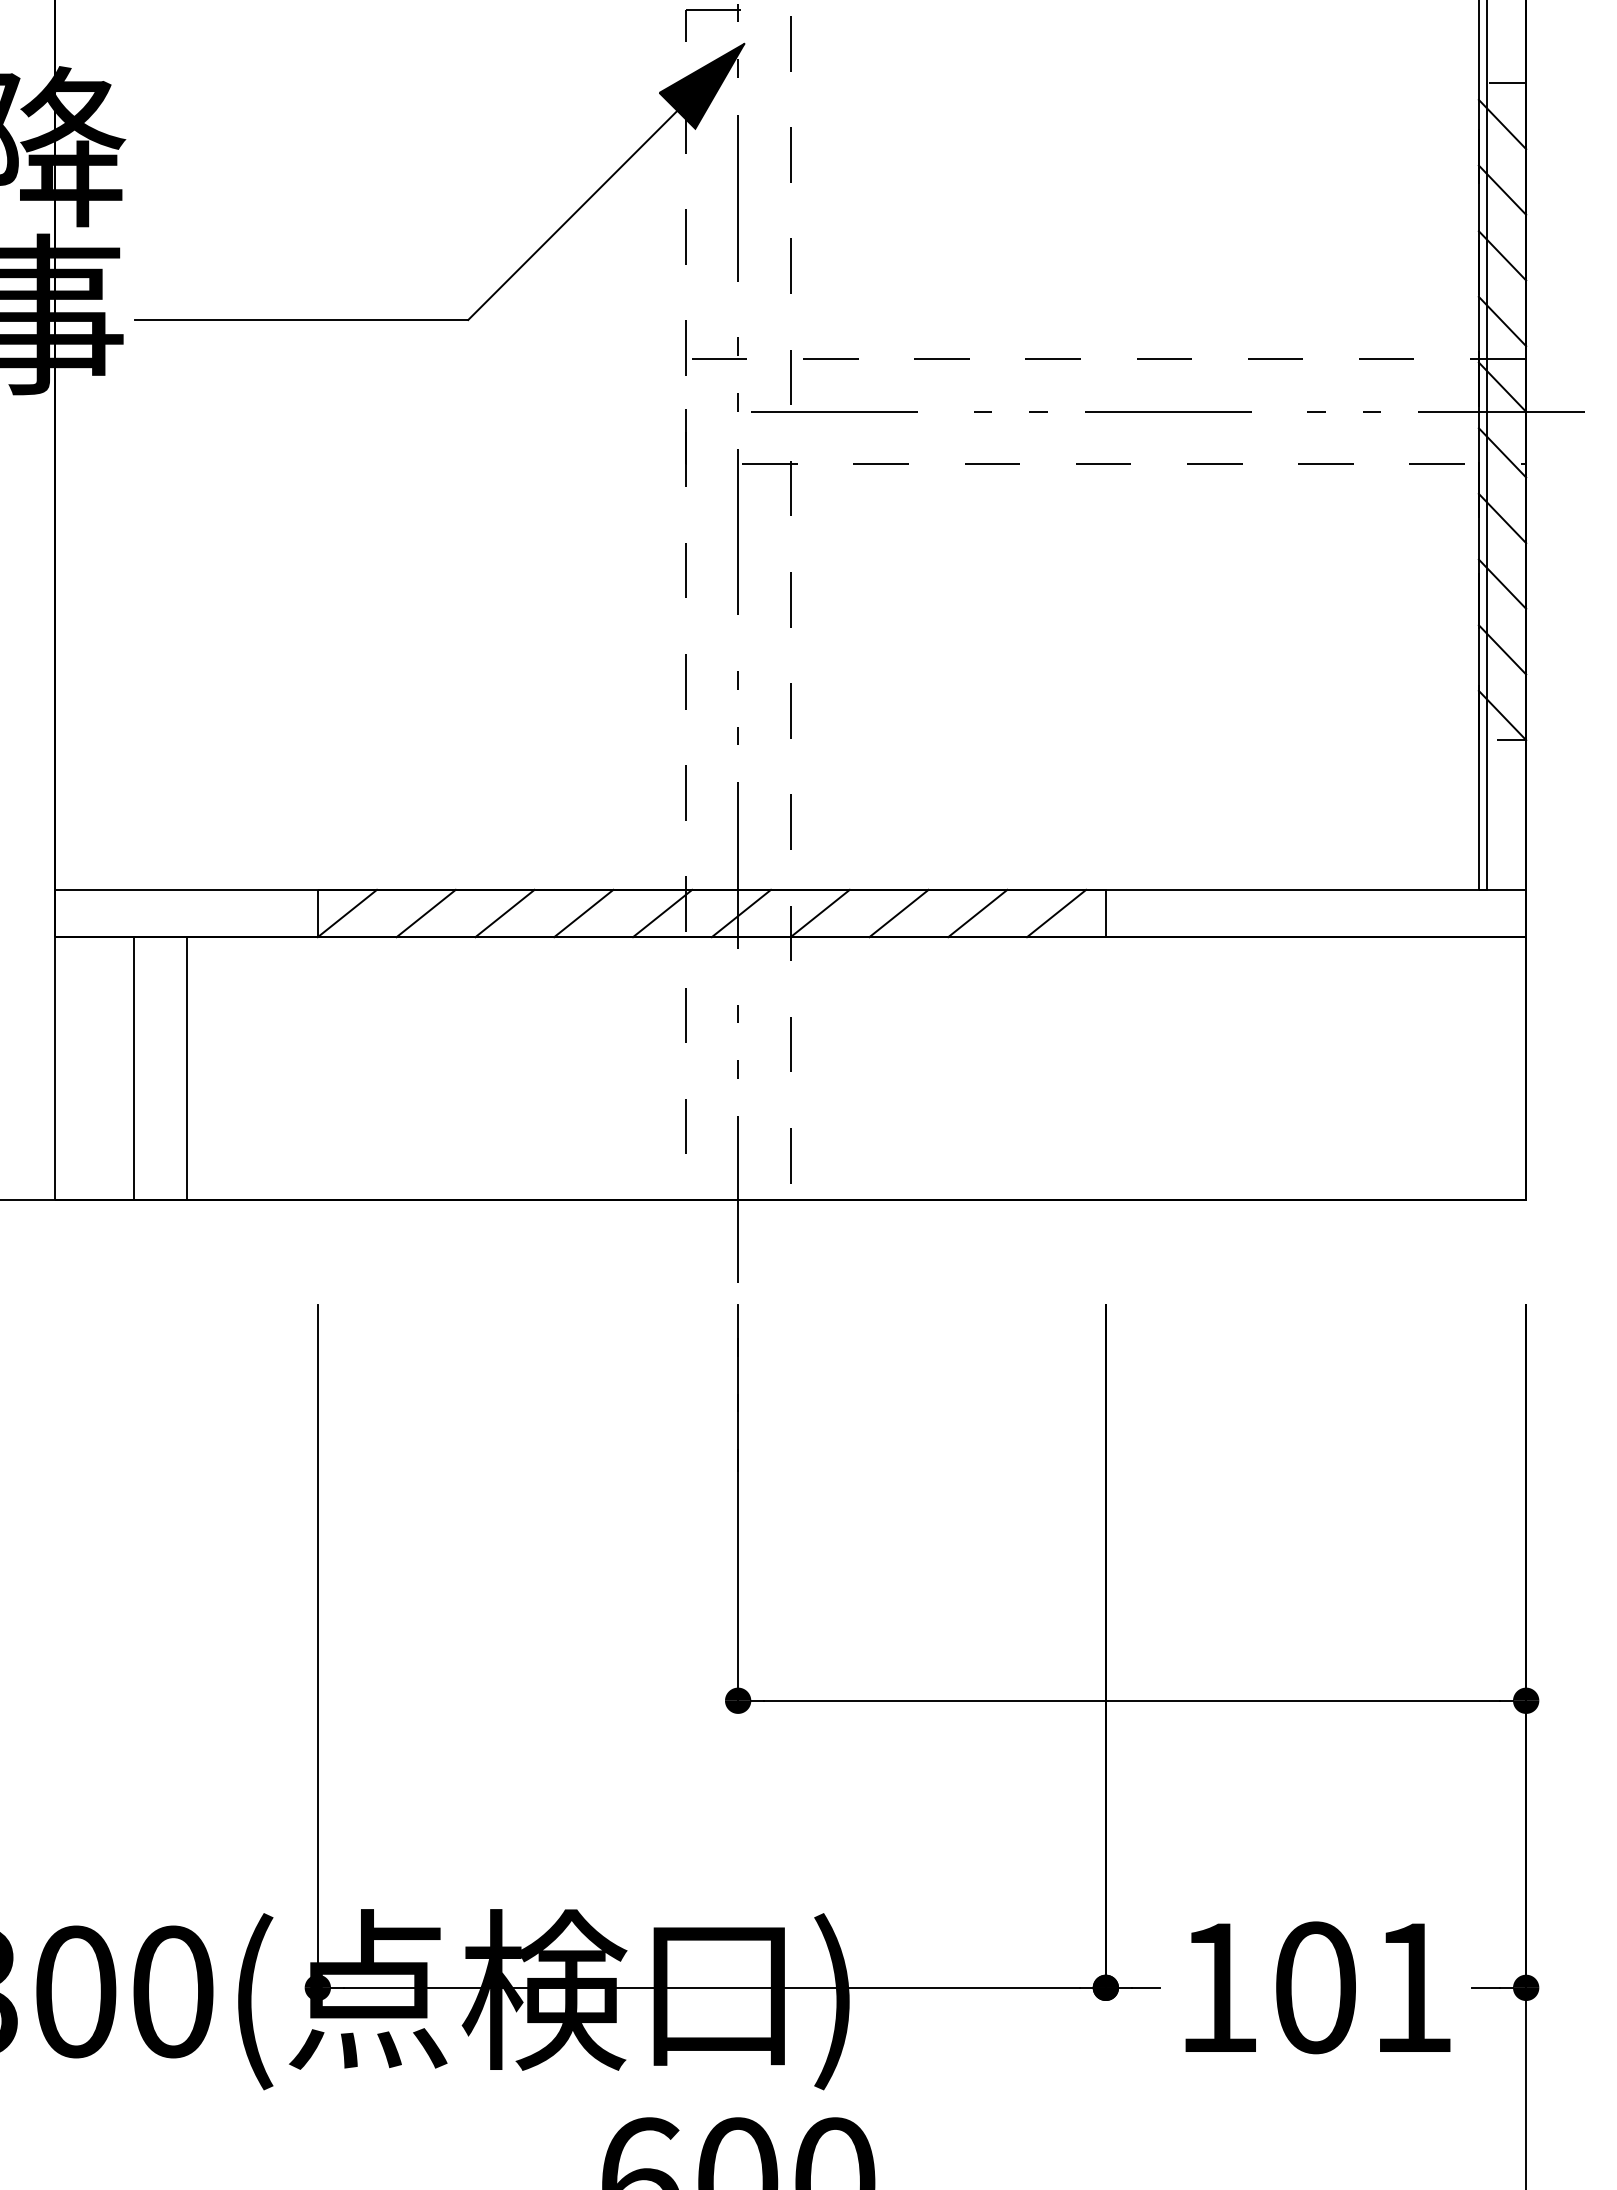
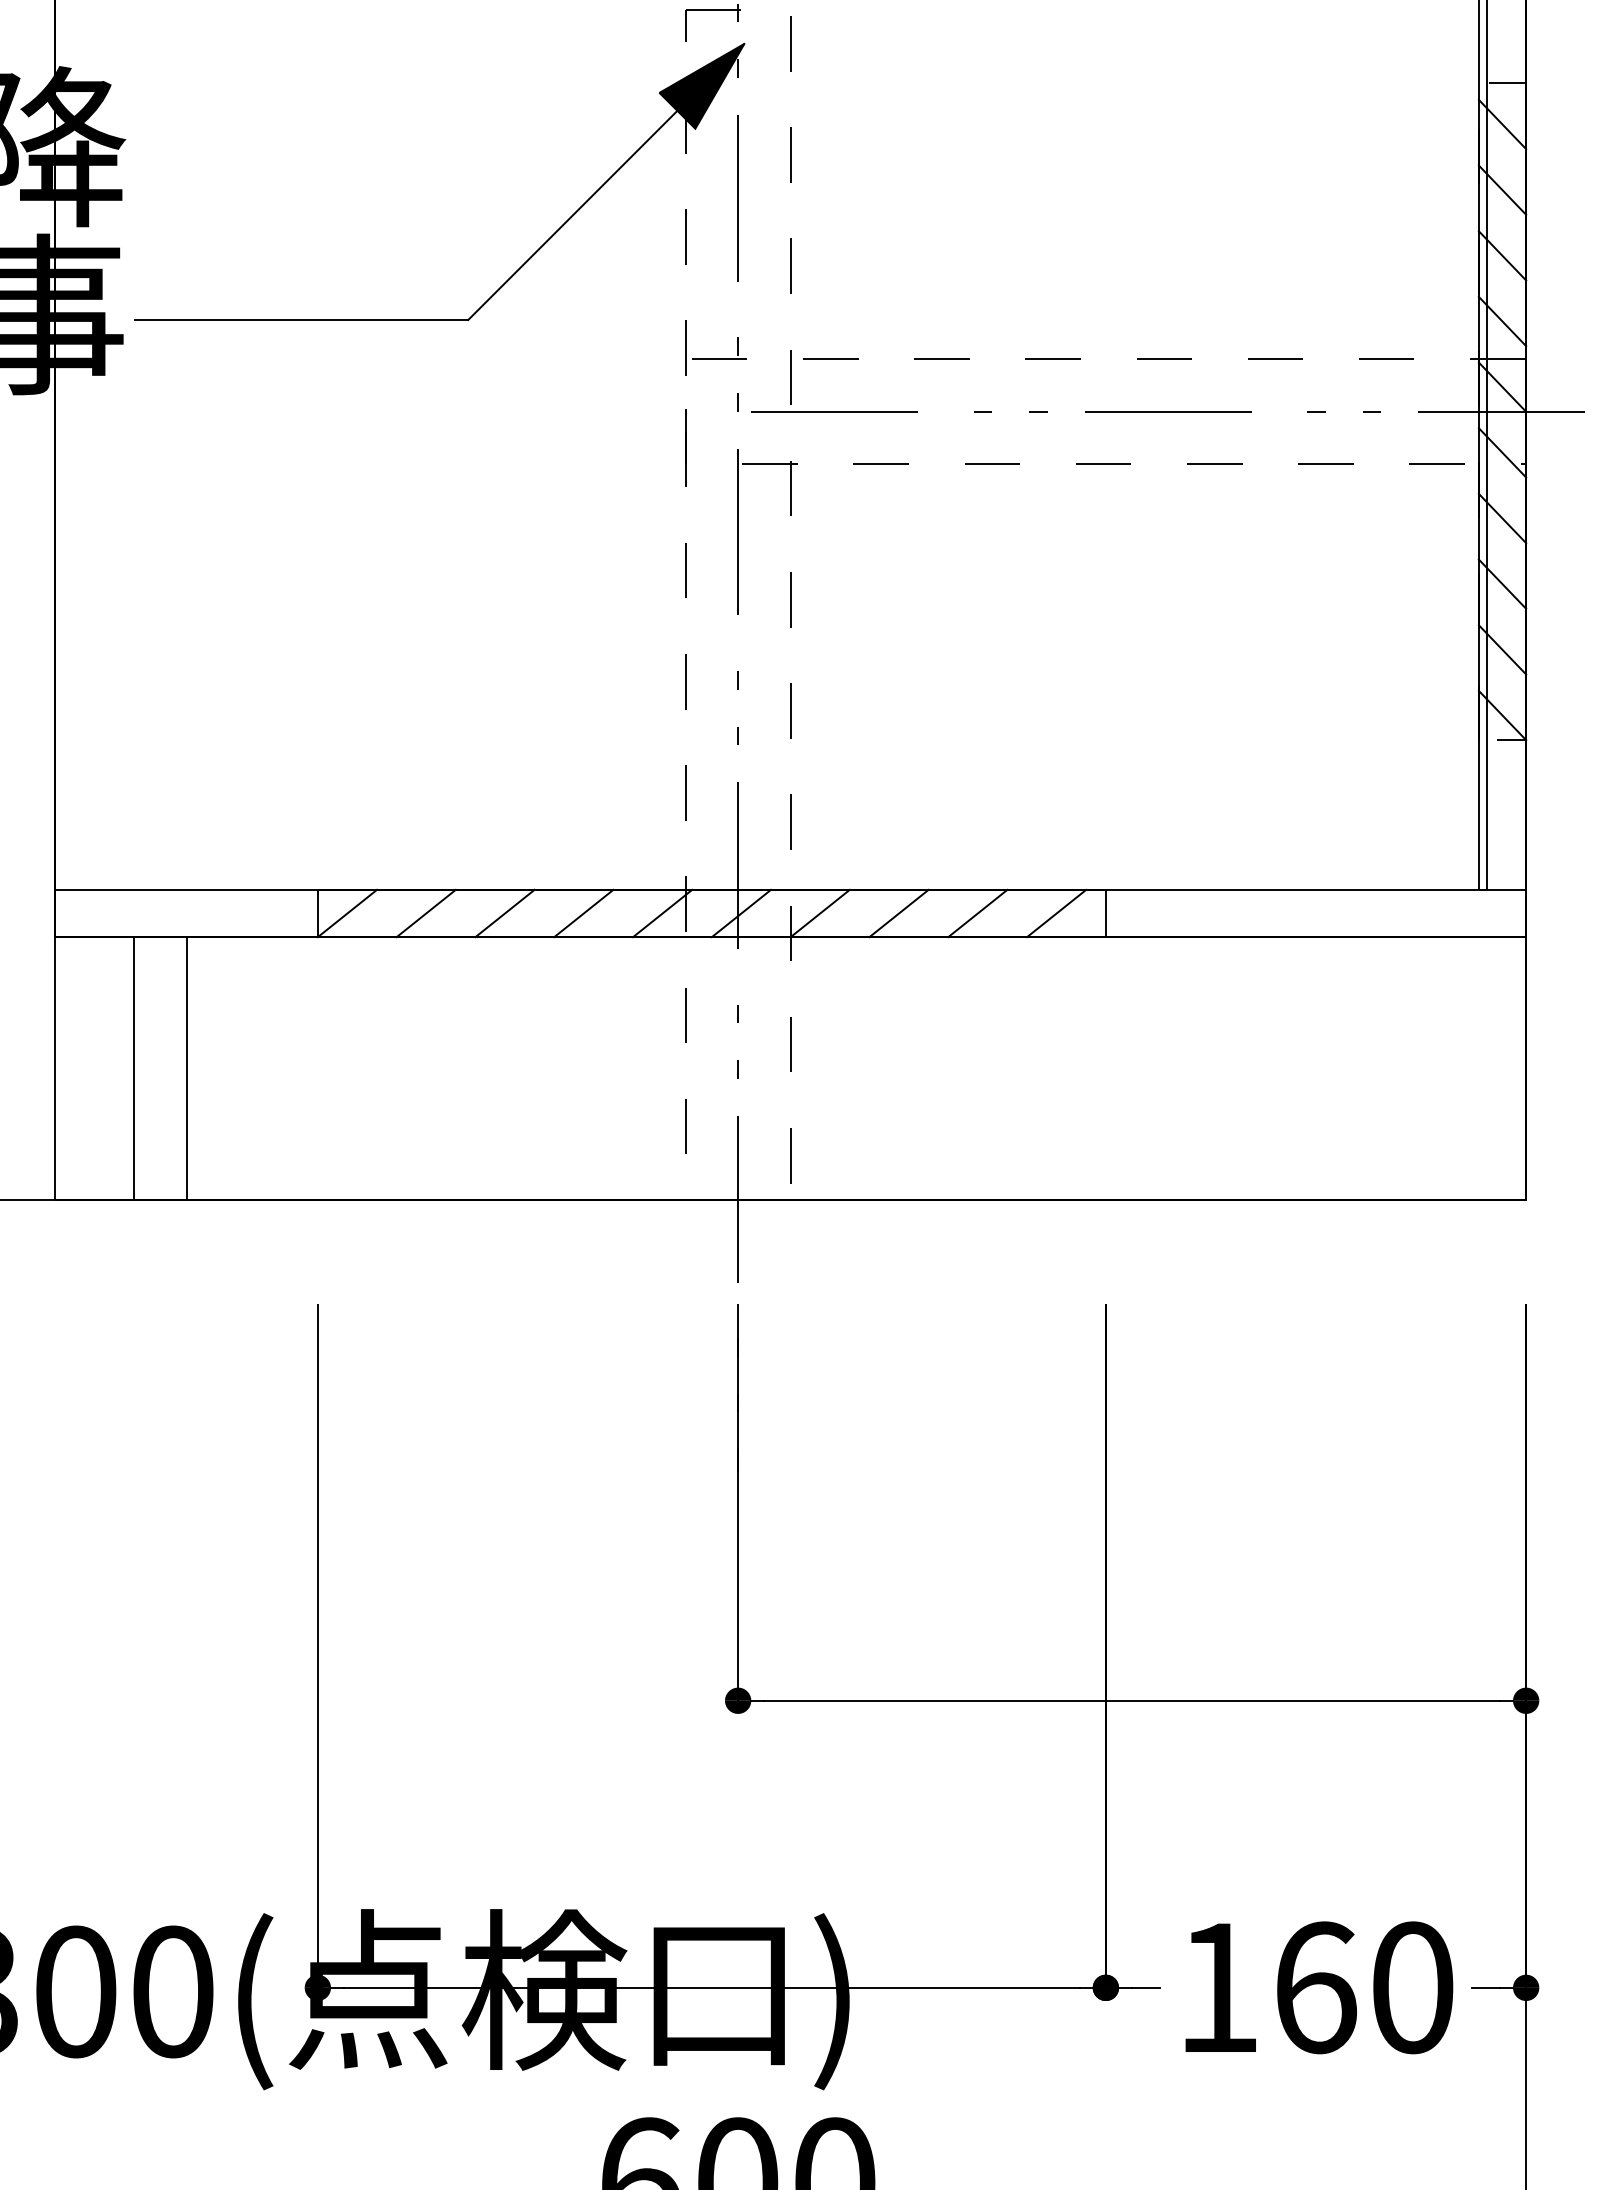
text at (1364, 1987): 101 -> 160
